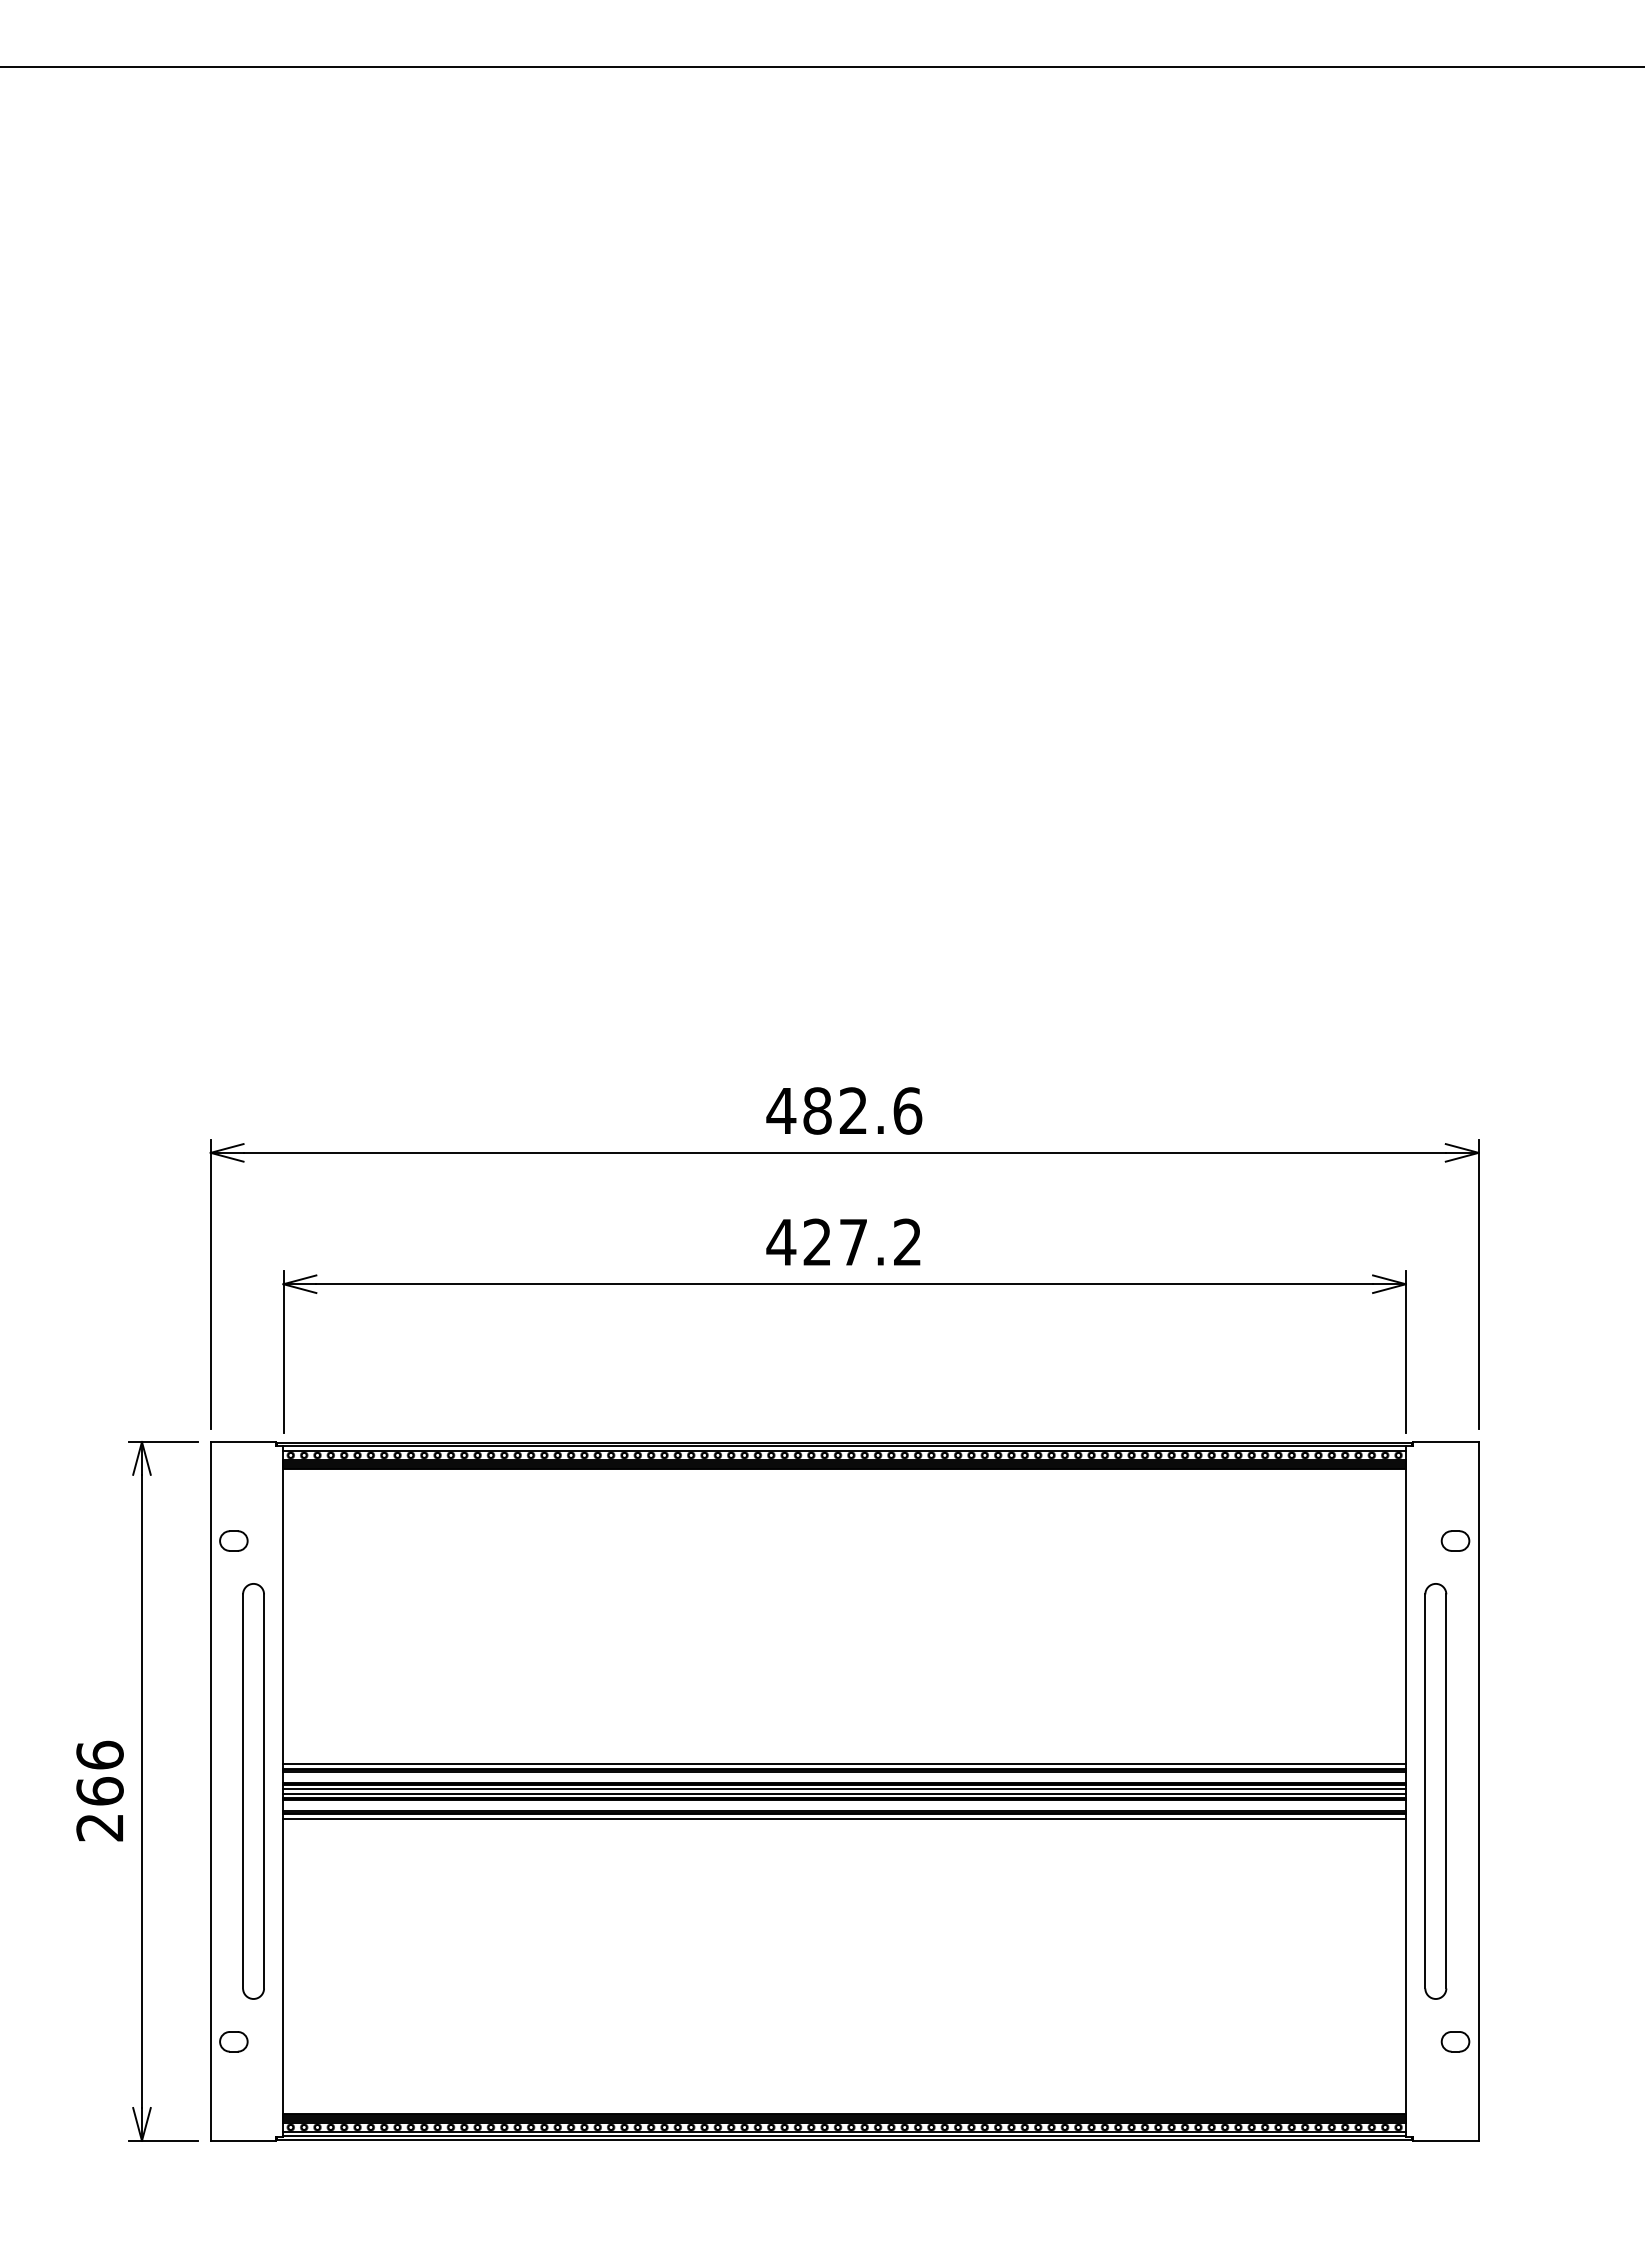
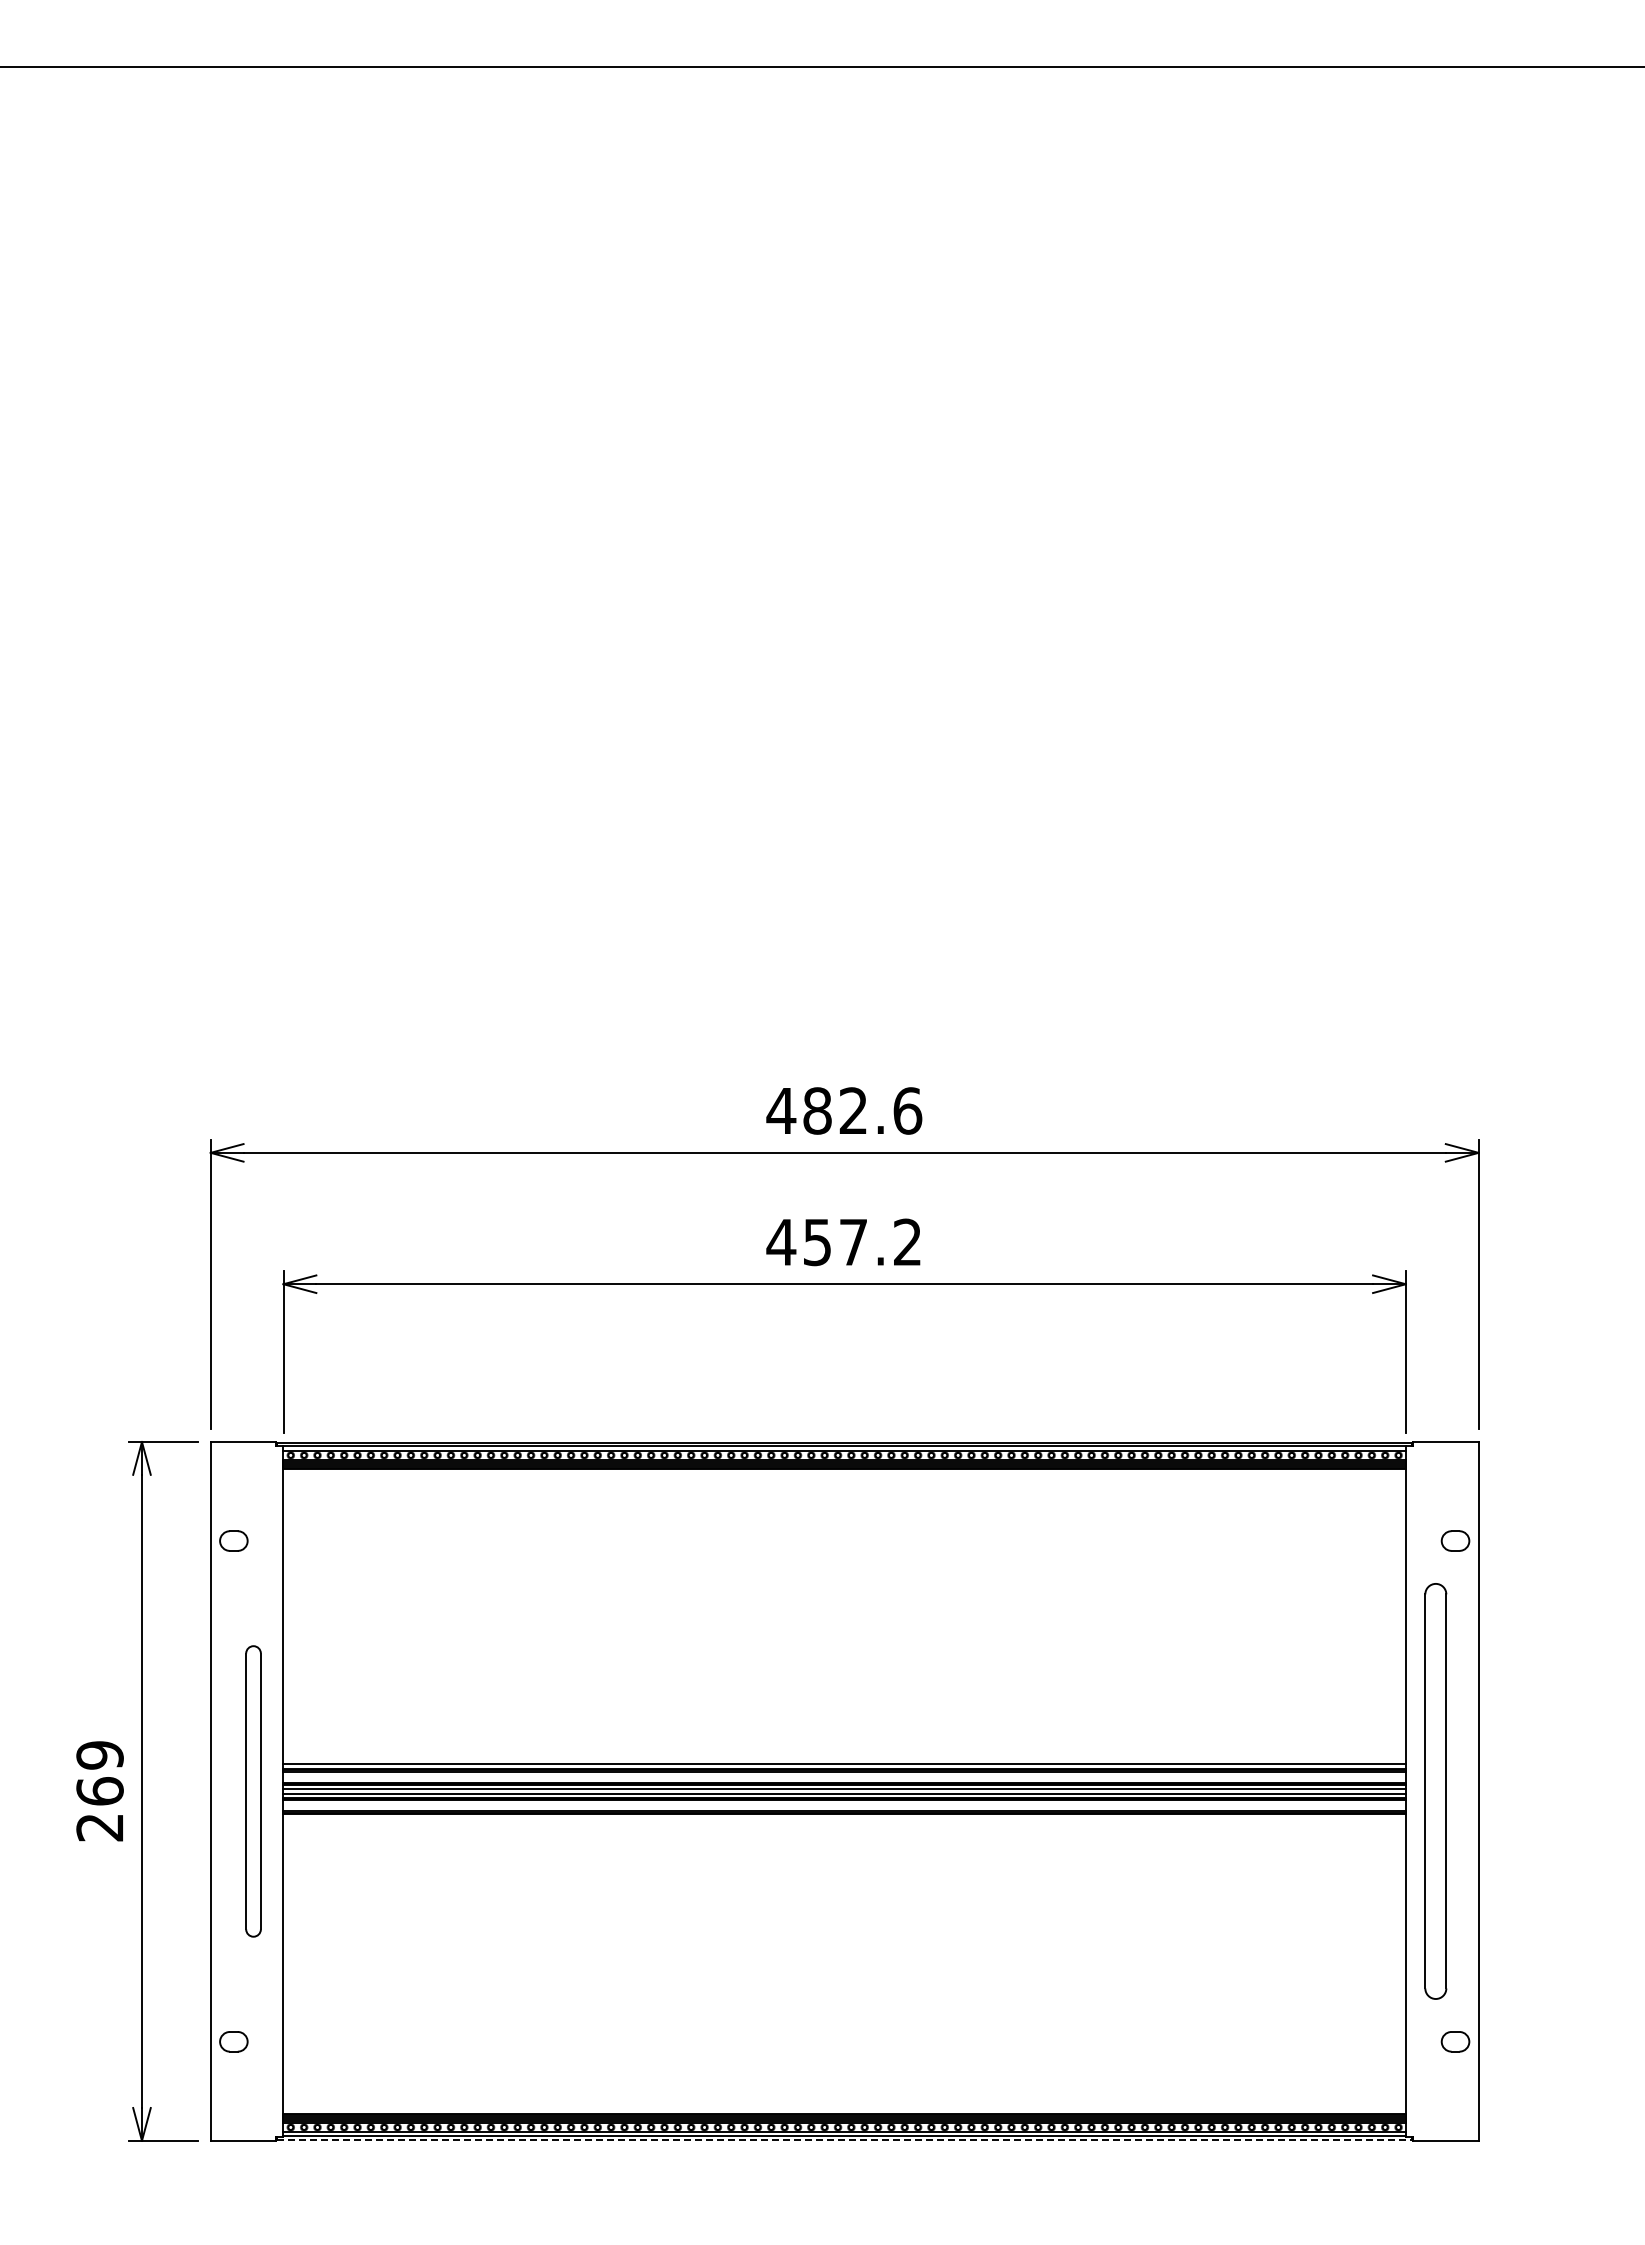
text at (816, 1242): 427.2 -> 457.2
text at (99, 1754): 266 -> 269
part at (253, 1791) size: 23x417 px -> 17x293 px
line at (844, 1819): present -> none
line at (845, 2140): solid -> dashed
